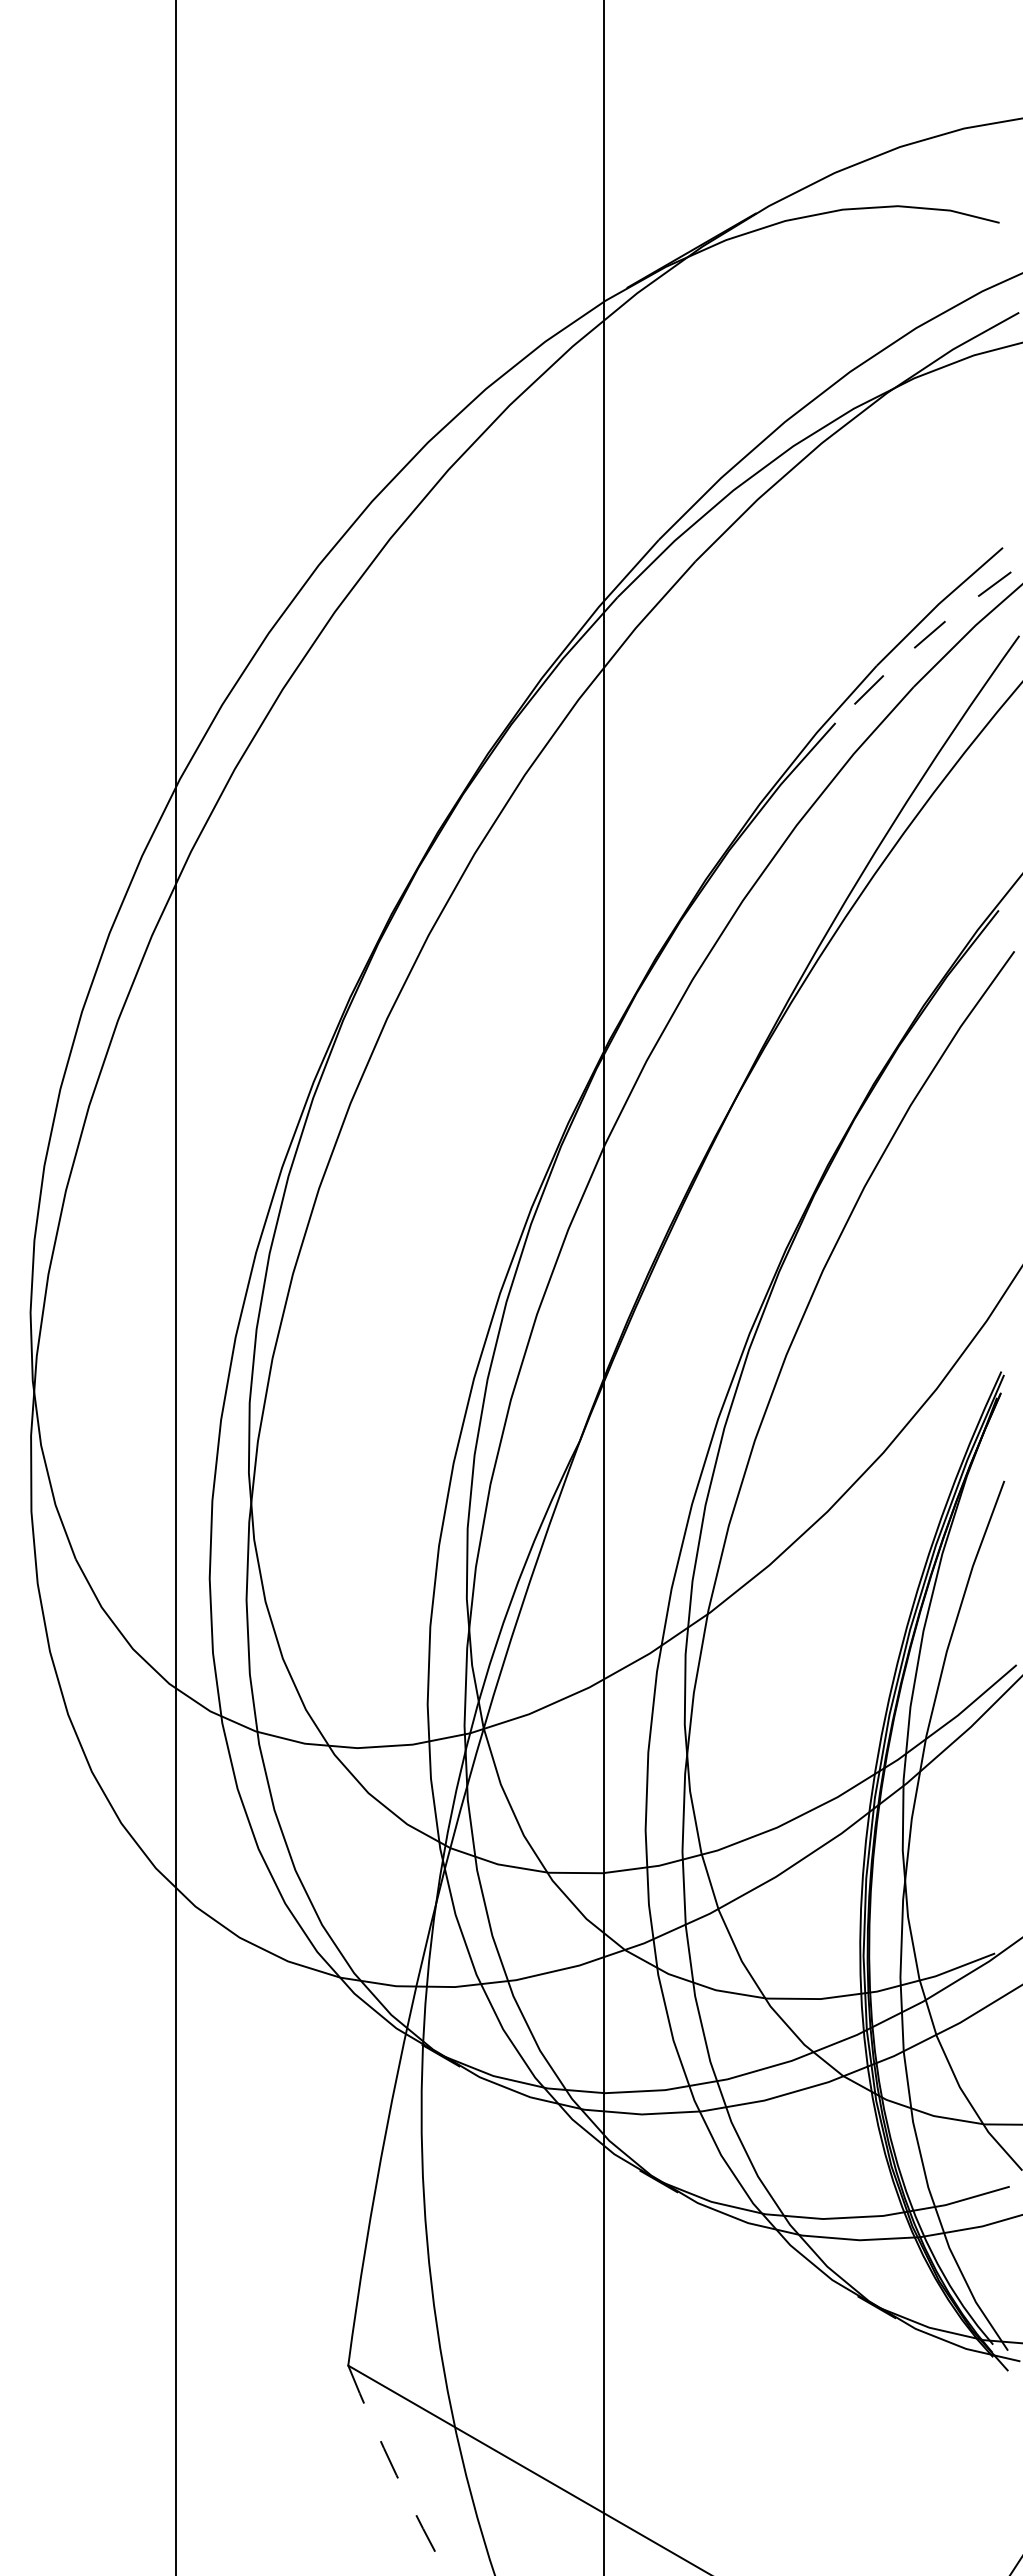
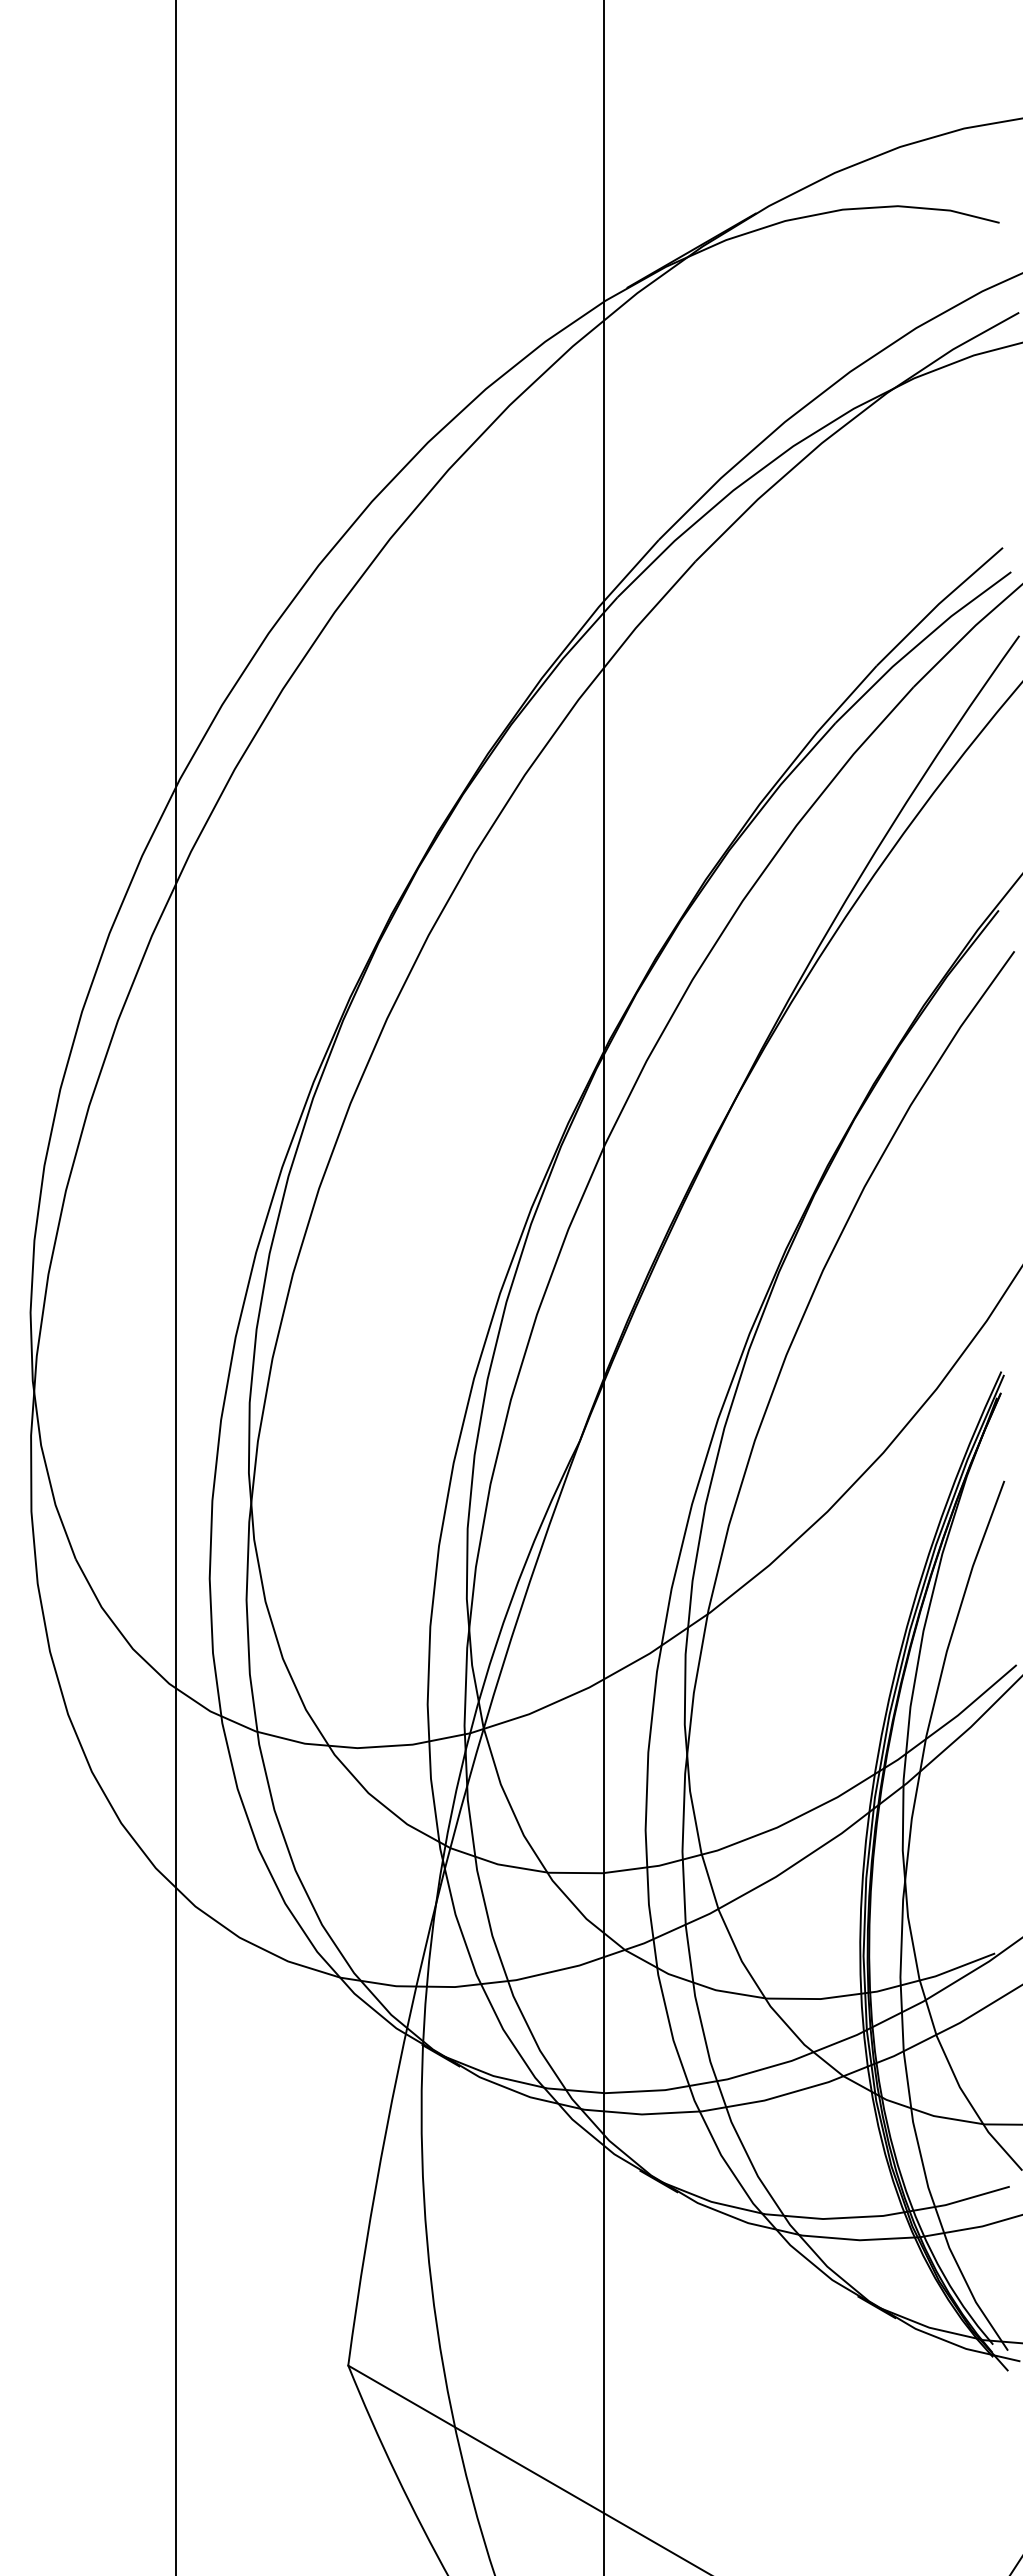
line at (919, 643): dashed -> solid
arc at (395, 2472): dashed -> solid
